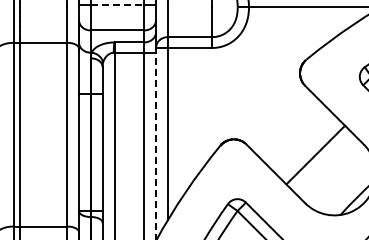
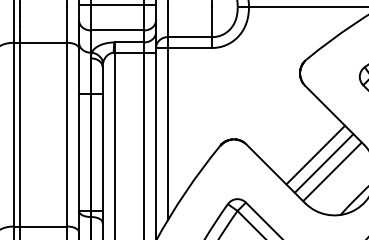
line at (117, 4): dashed -> solid
line at (156, 145): dashed -> solid
line at (323, 163): none -> present
line at (332, 171): none -> present
